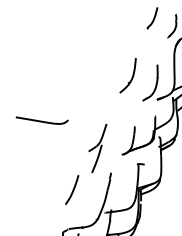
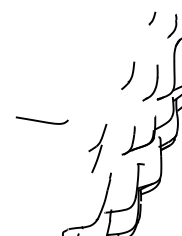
part at (152, 18) size: 13x23 px -> 9x15 px
part at (127, 75) size: 18x36 px -> 15x29 px
part at (72, 190): present -> none
